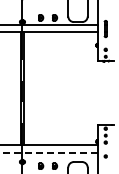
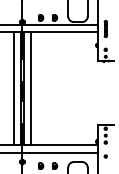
line at (14, 88): none -> present
line at (30, 88): none -> present
line at (49, 152): dashed -> solid
